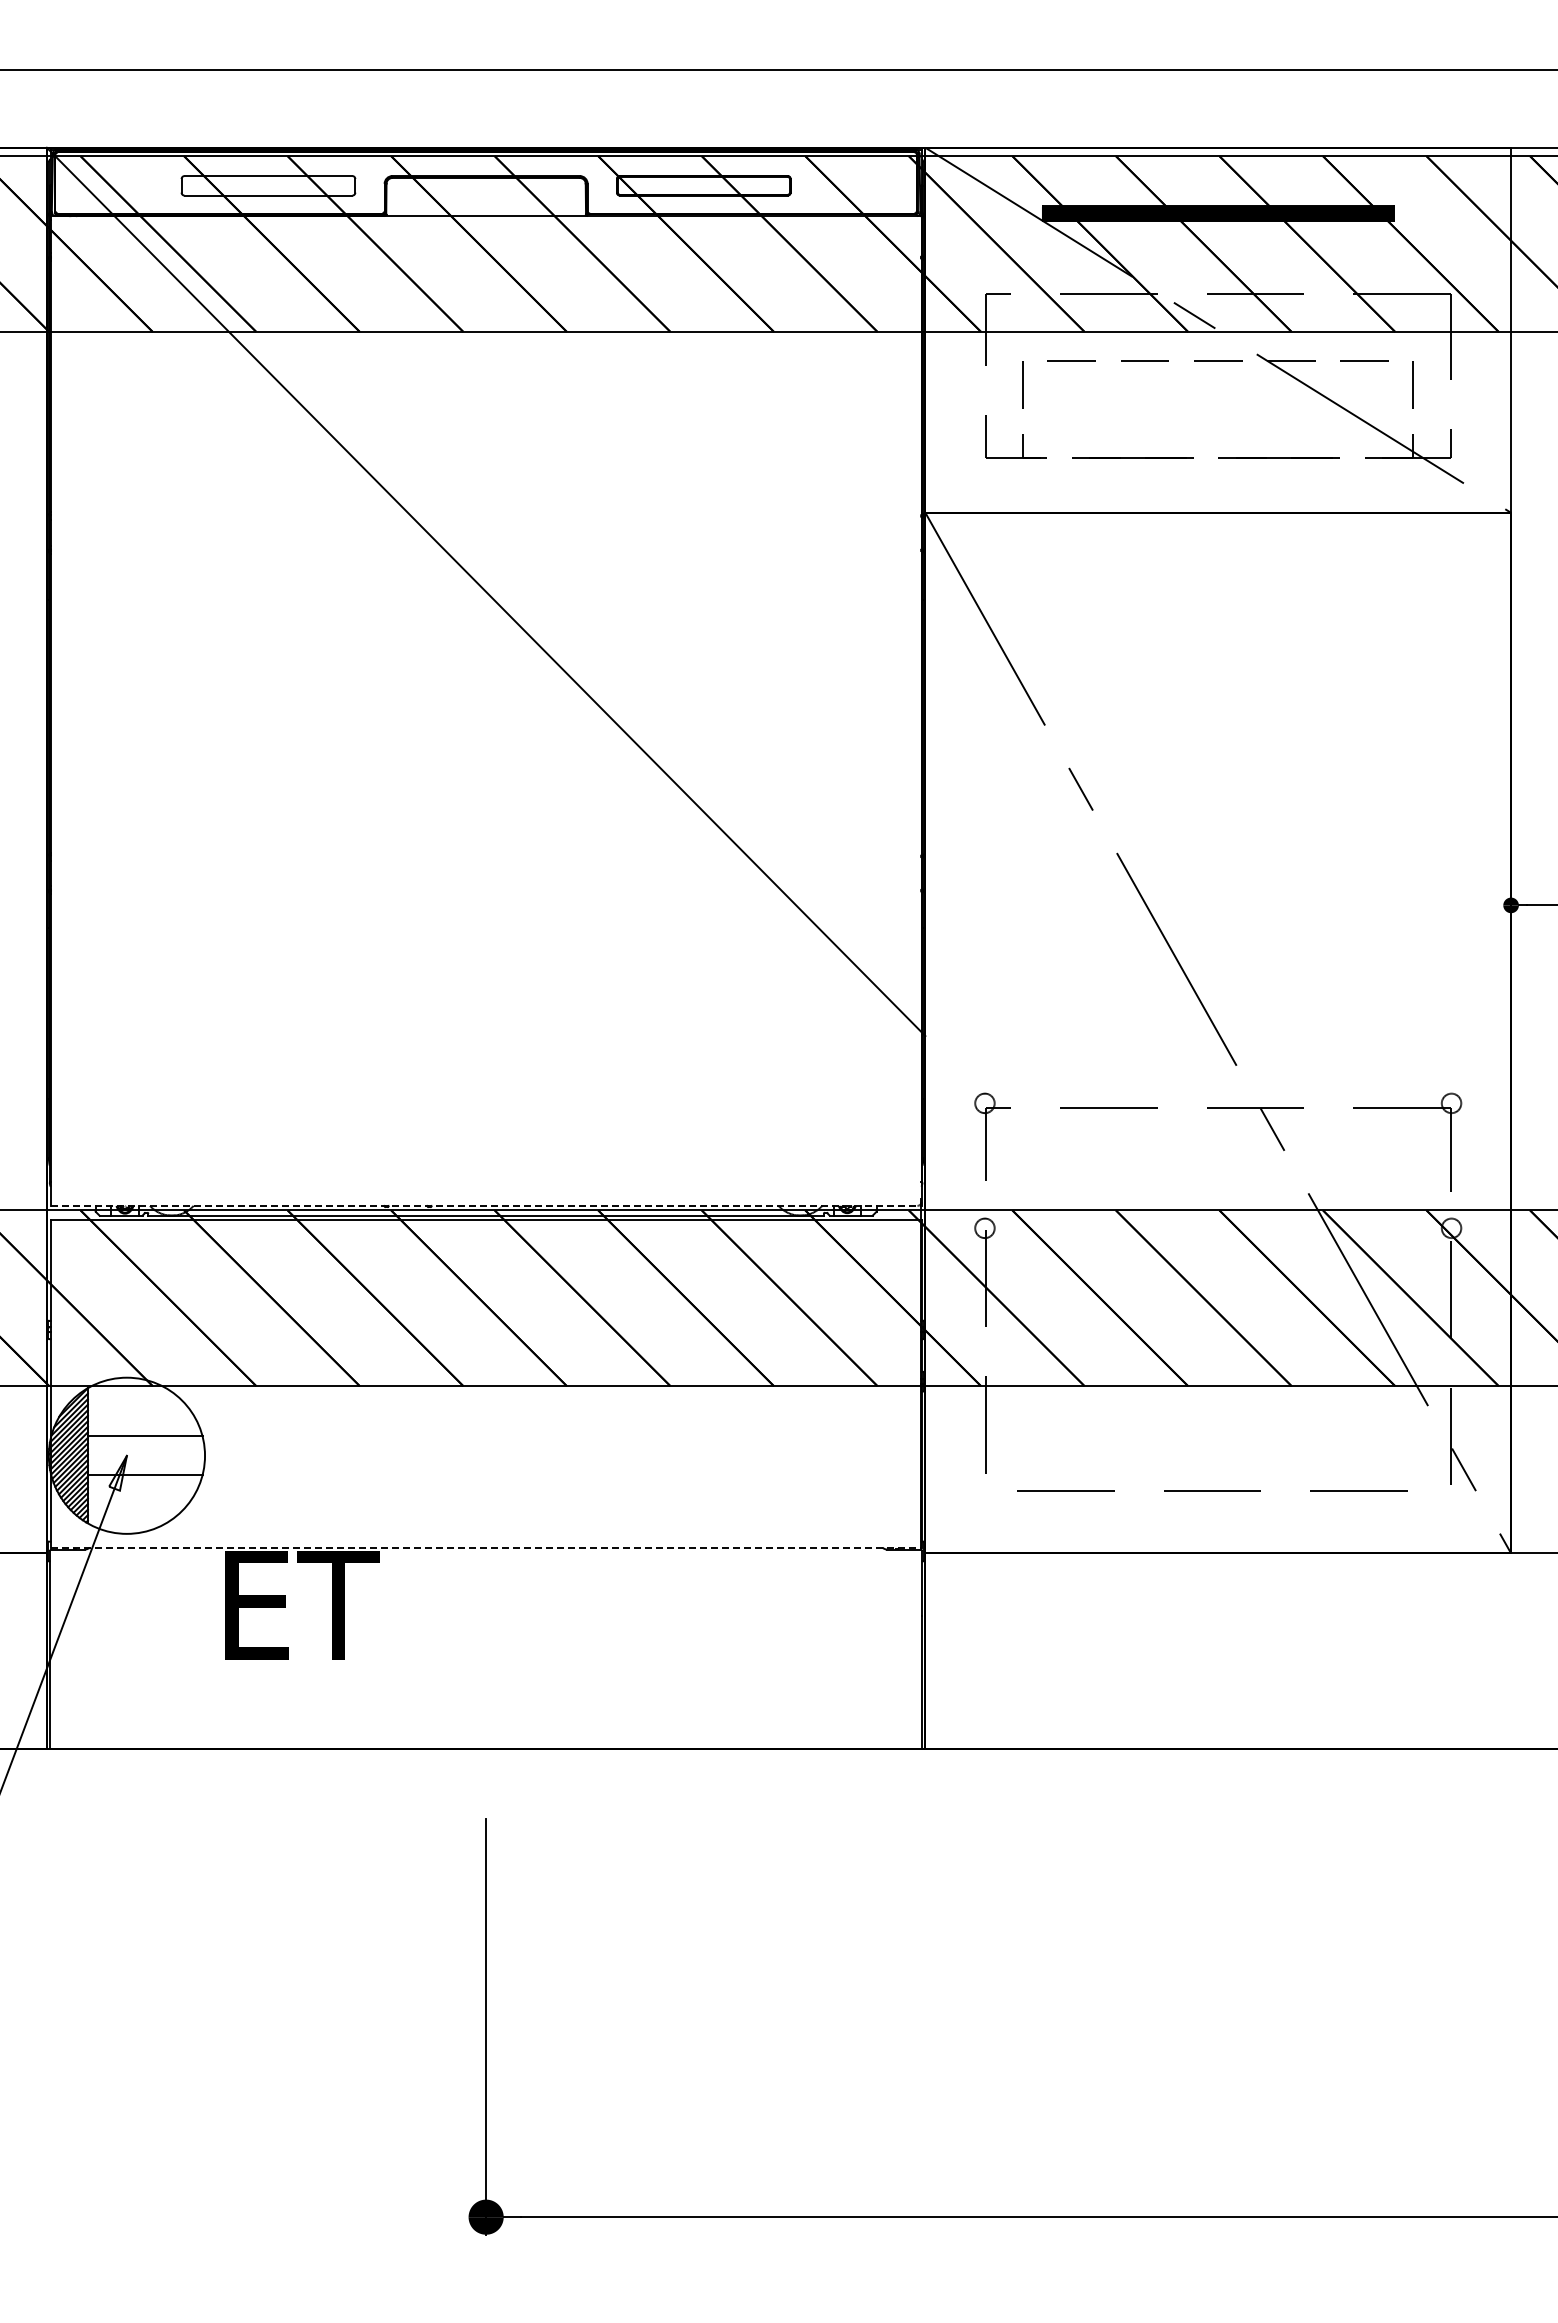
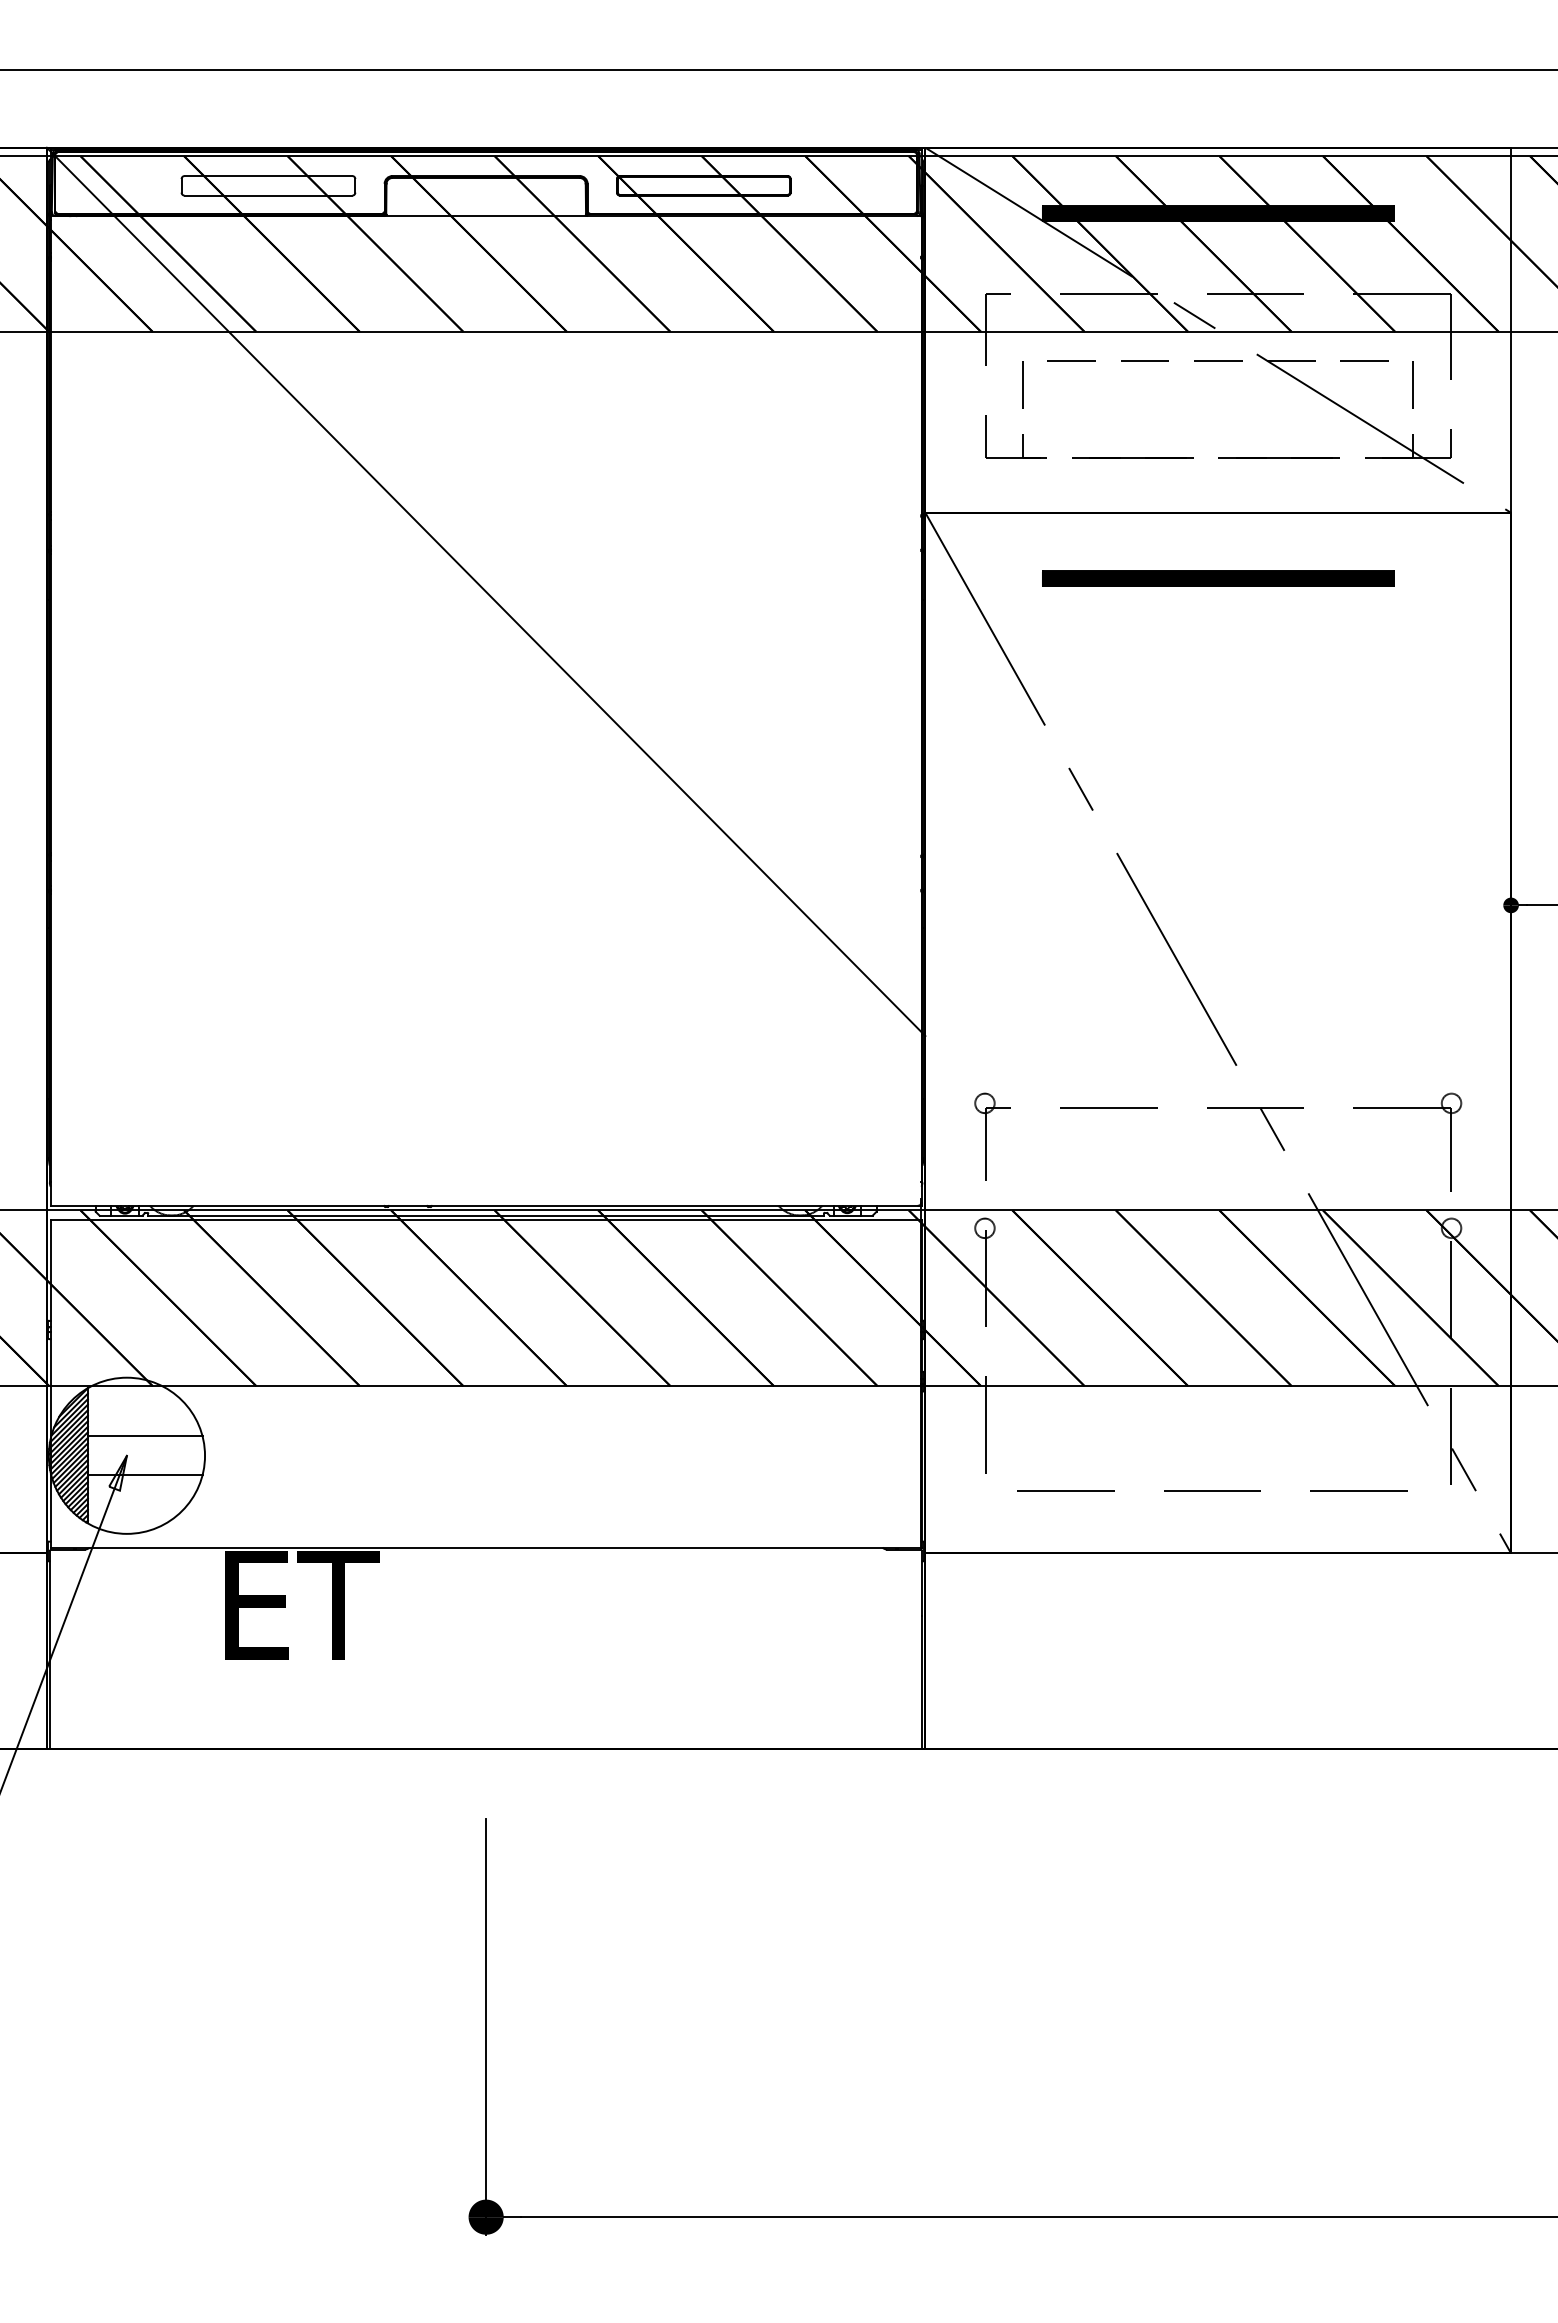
part at (1218, 578): none -> present
line at (486, 1205): dashed -> solid
line at (486, 1547): dashed -> solid
